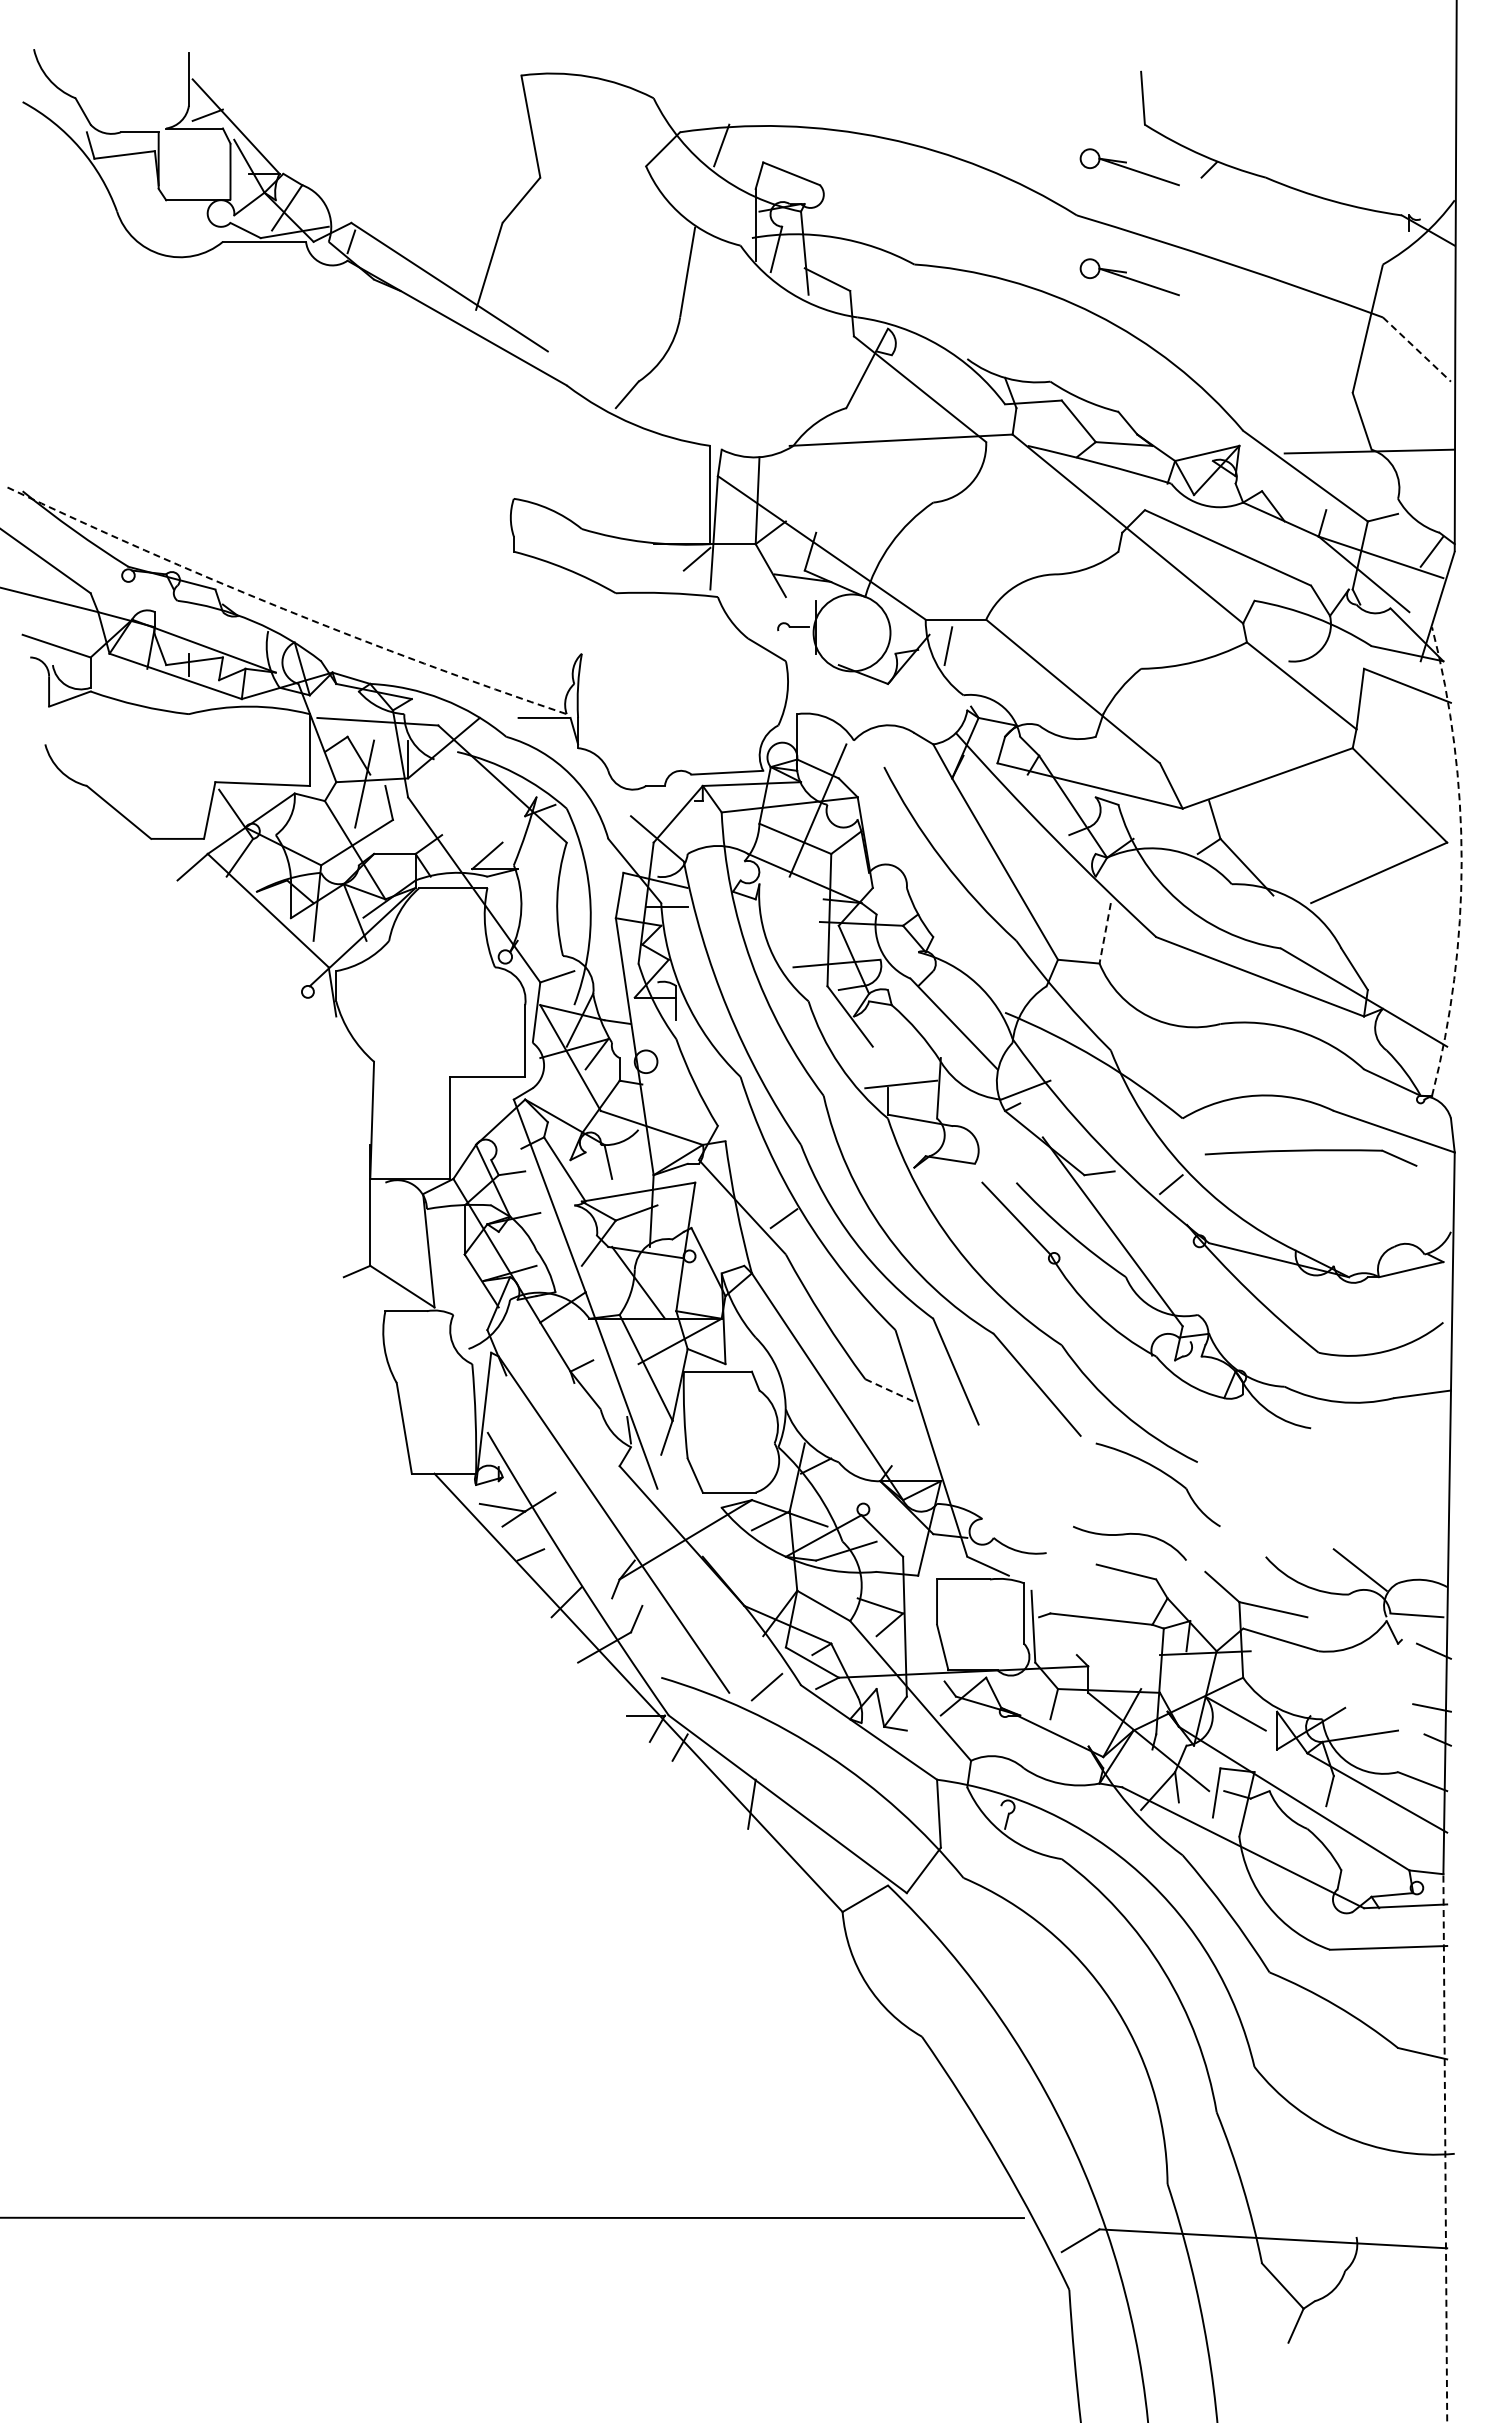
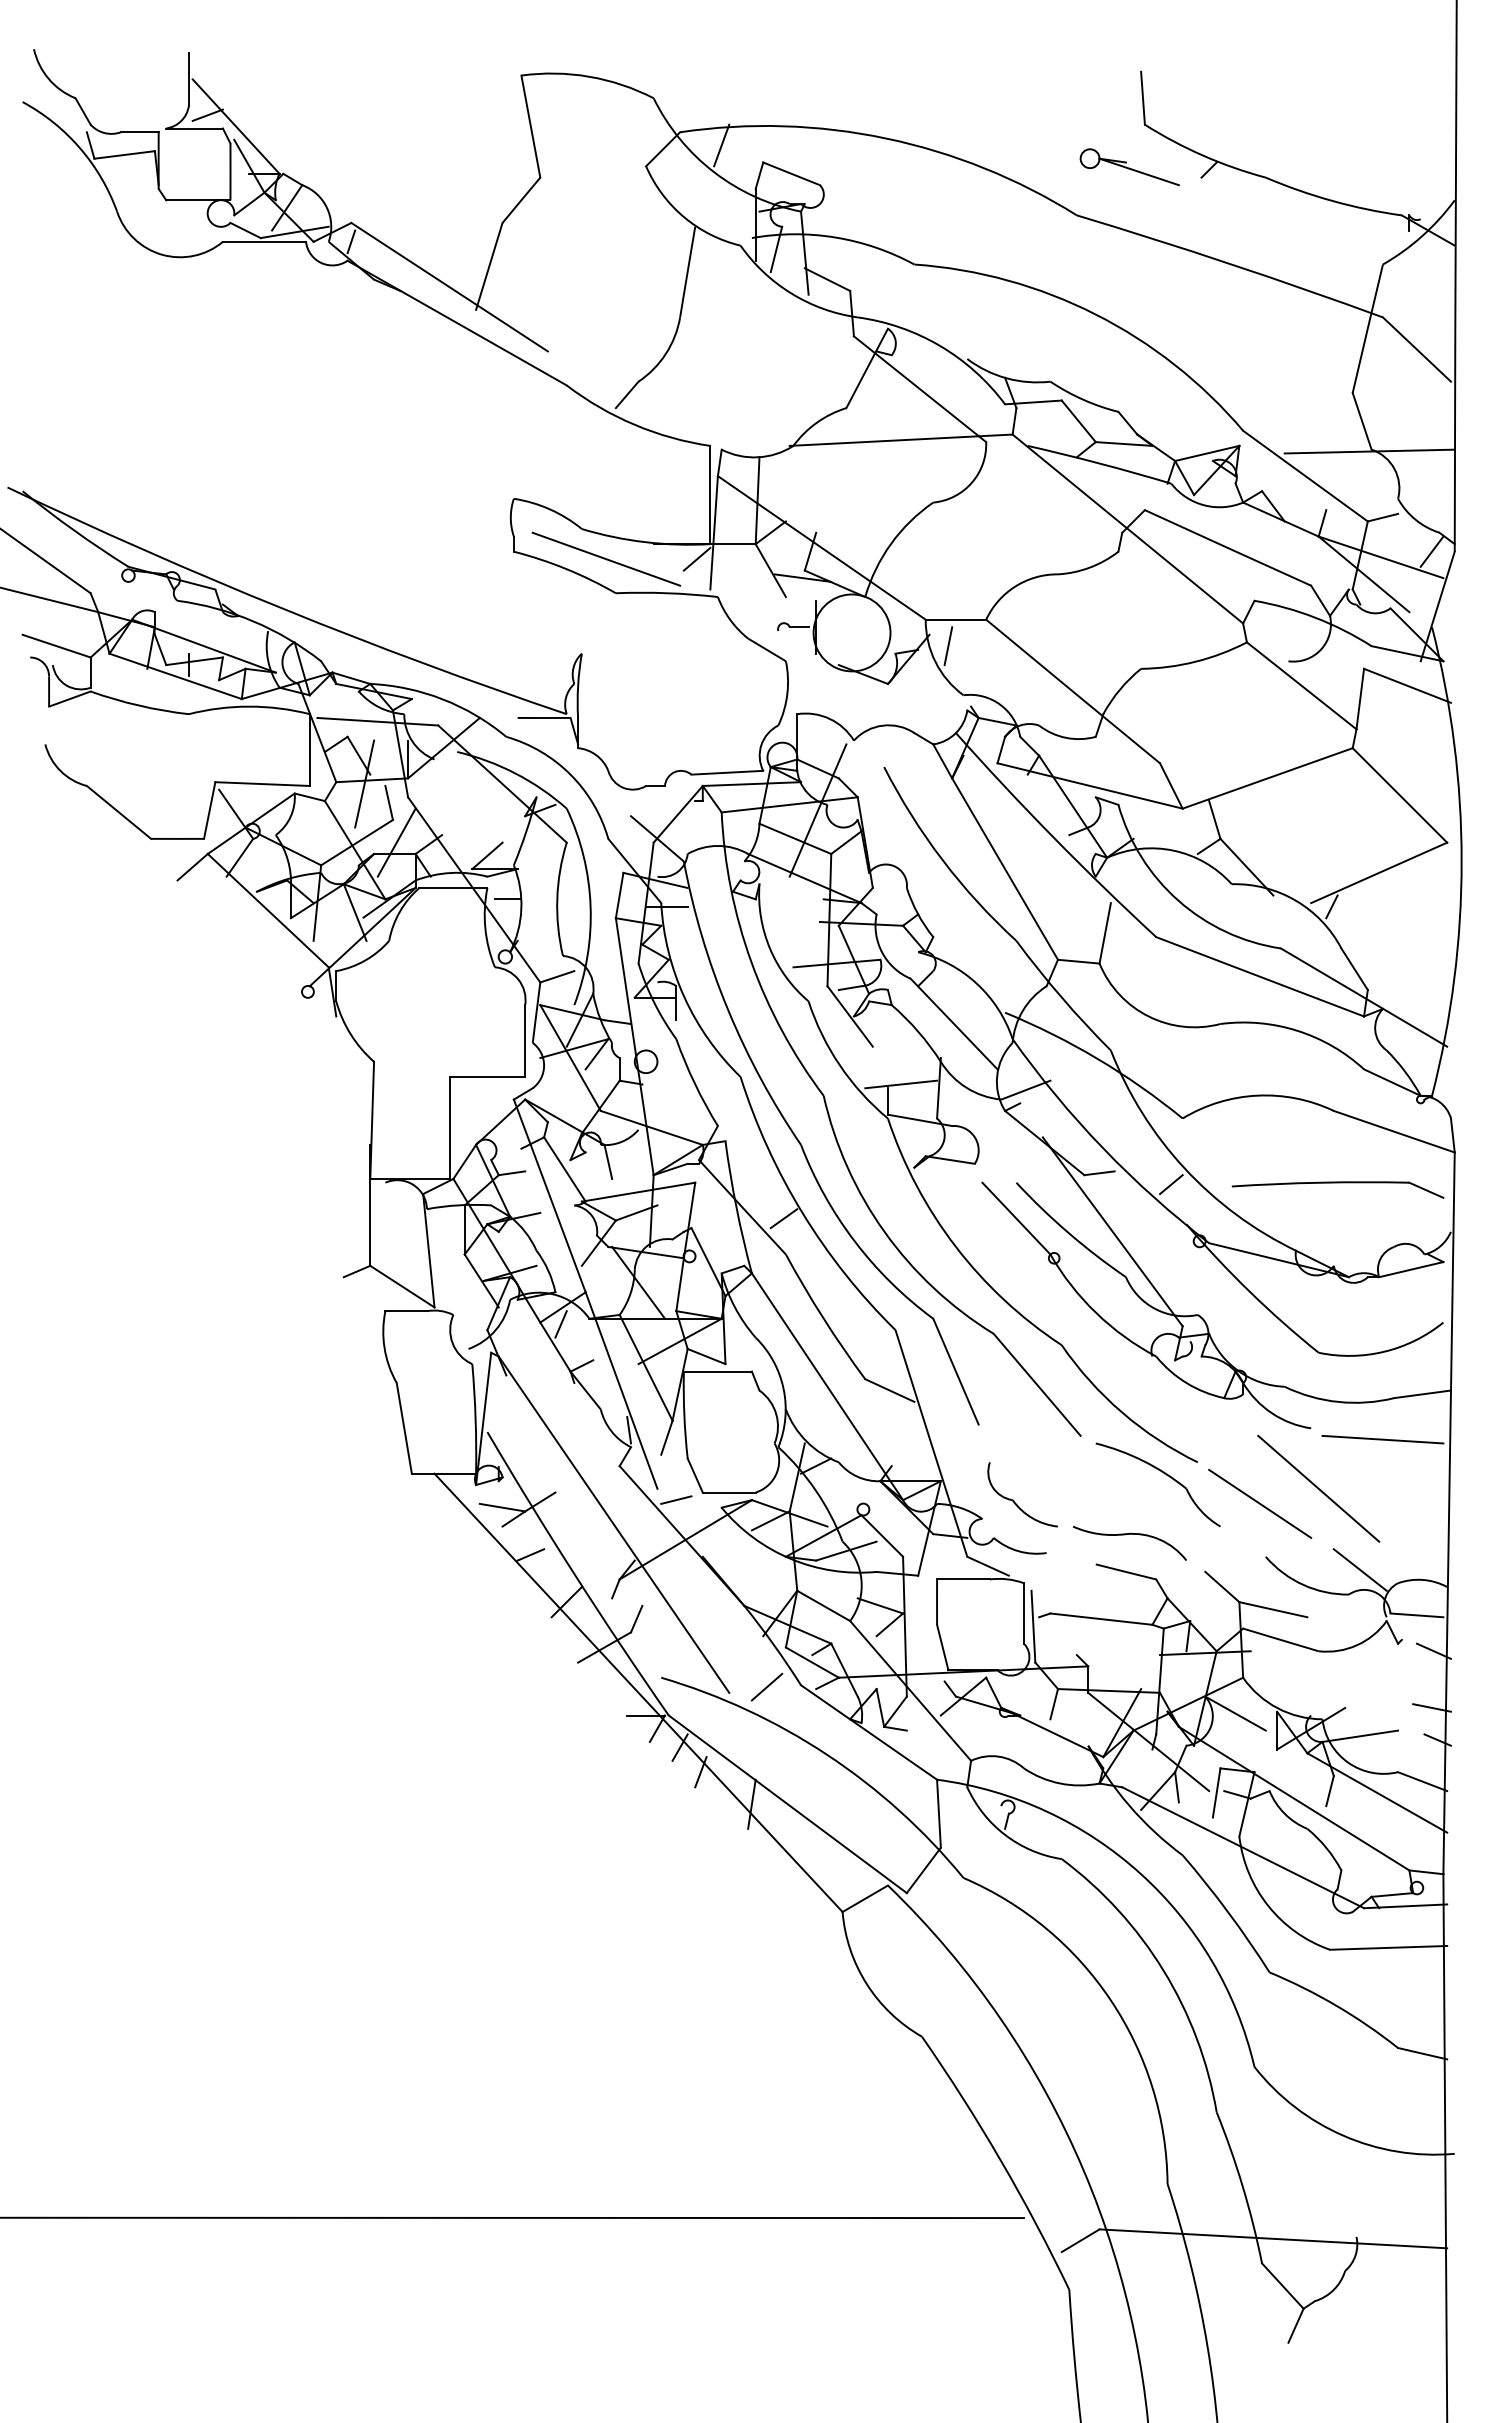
part at (1129, 277): present -> none
line at (1416, 349): dashed -> solid
line at (606, 558): none -> present
arc at (283, 609): dashed -> solid
line at (396, 842): none -> present
arc at (1461, 861): dashed -> solid
line at (507, 899): none -> present
line at (1331, 906): none -> present
line at (1105, 933): dashed -> solid
part at (1310, 1157) position: (1310, 1157) -> (1337, 1189)
line at (560, 1324): none -> present
line at (890, 1390): dashed -> solid
line at (1382, 1439): none -> present
line at (1318, 1488): none -> present
line at (676, 1499): none -> present
part at (1014, 1500): none -> present
line at (1260, 1503): none -> present
line at (700, 1772): none -> present
line at (1445, 2148): dashed -> solid
